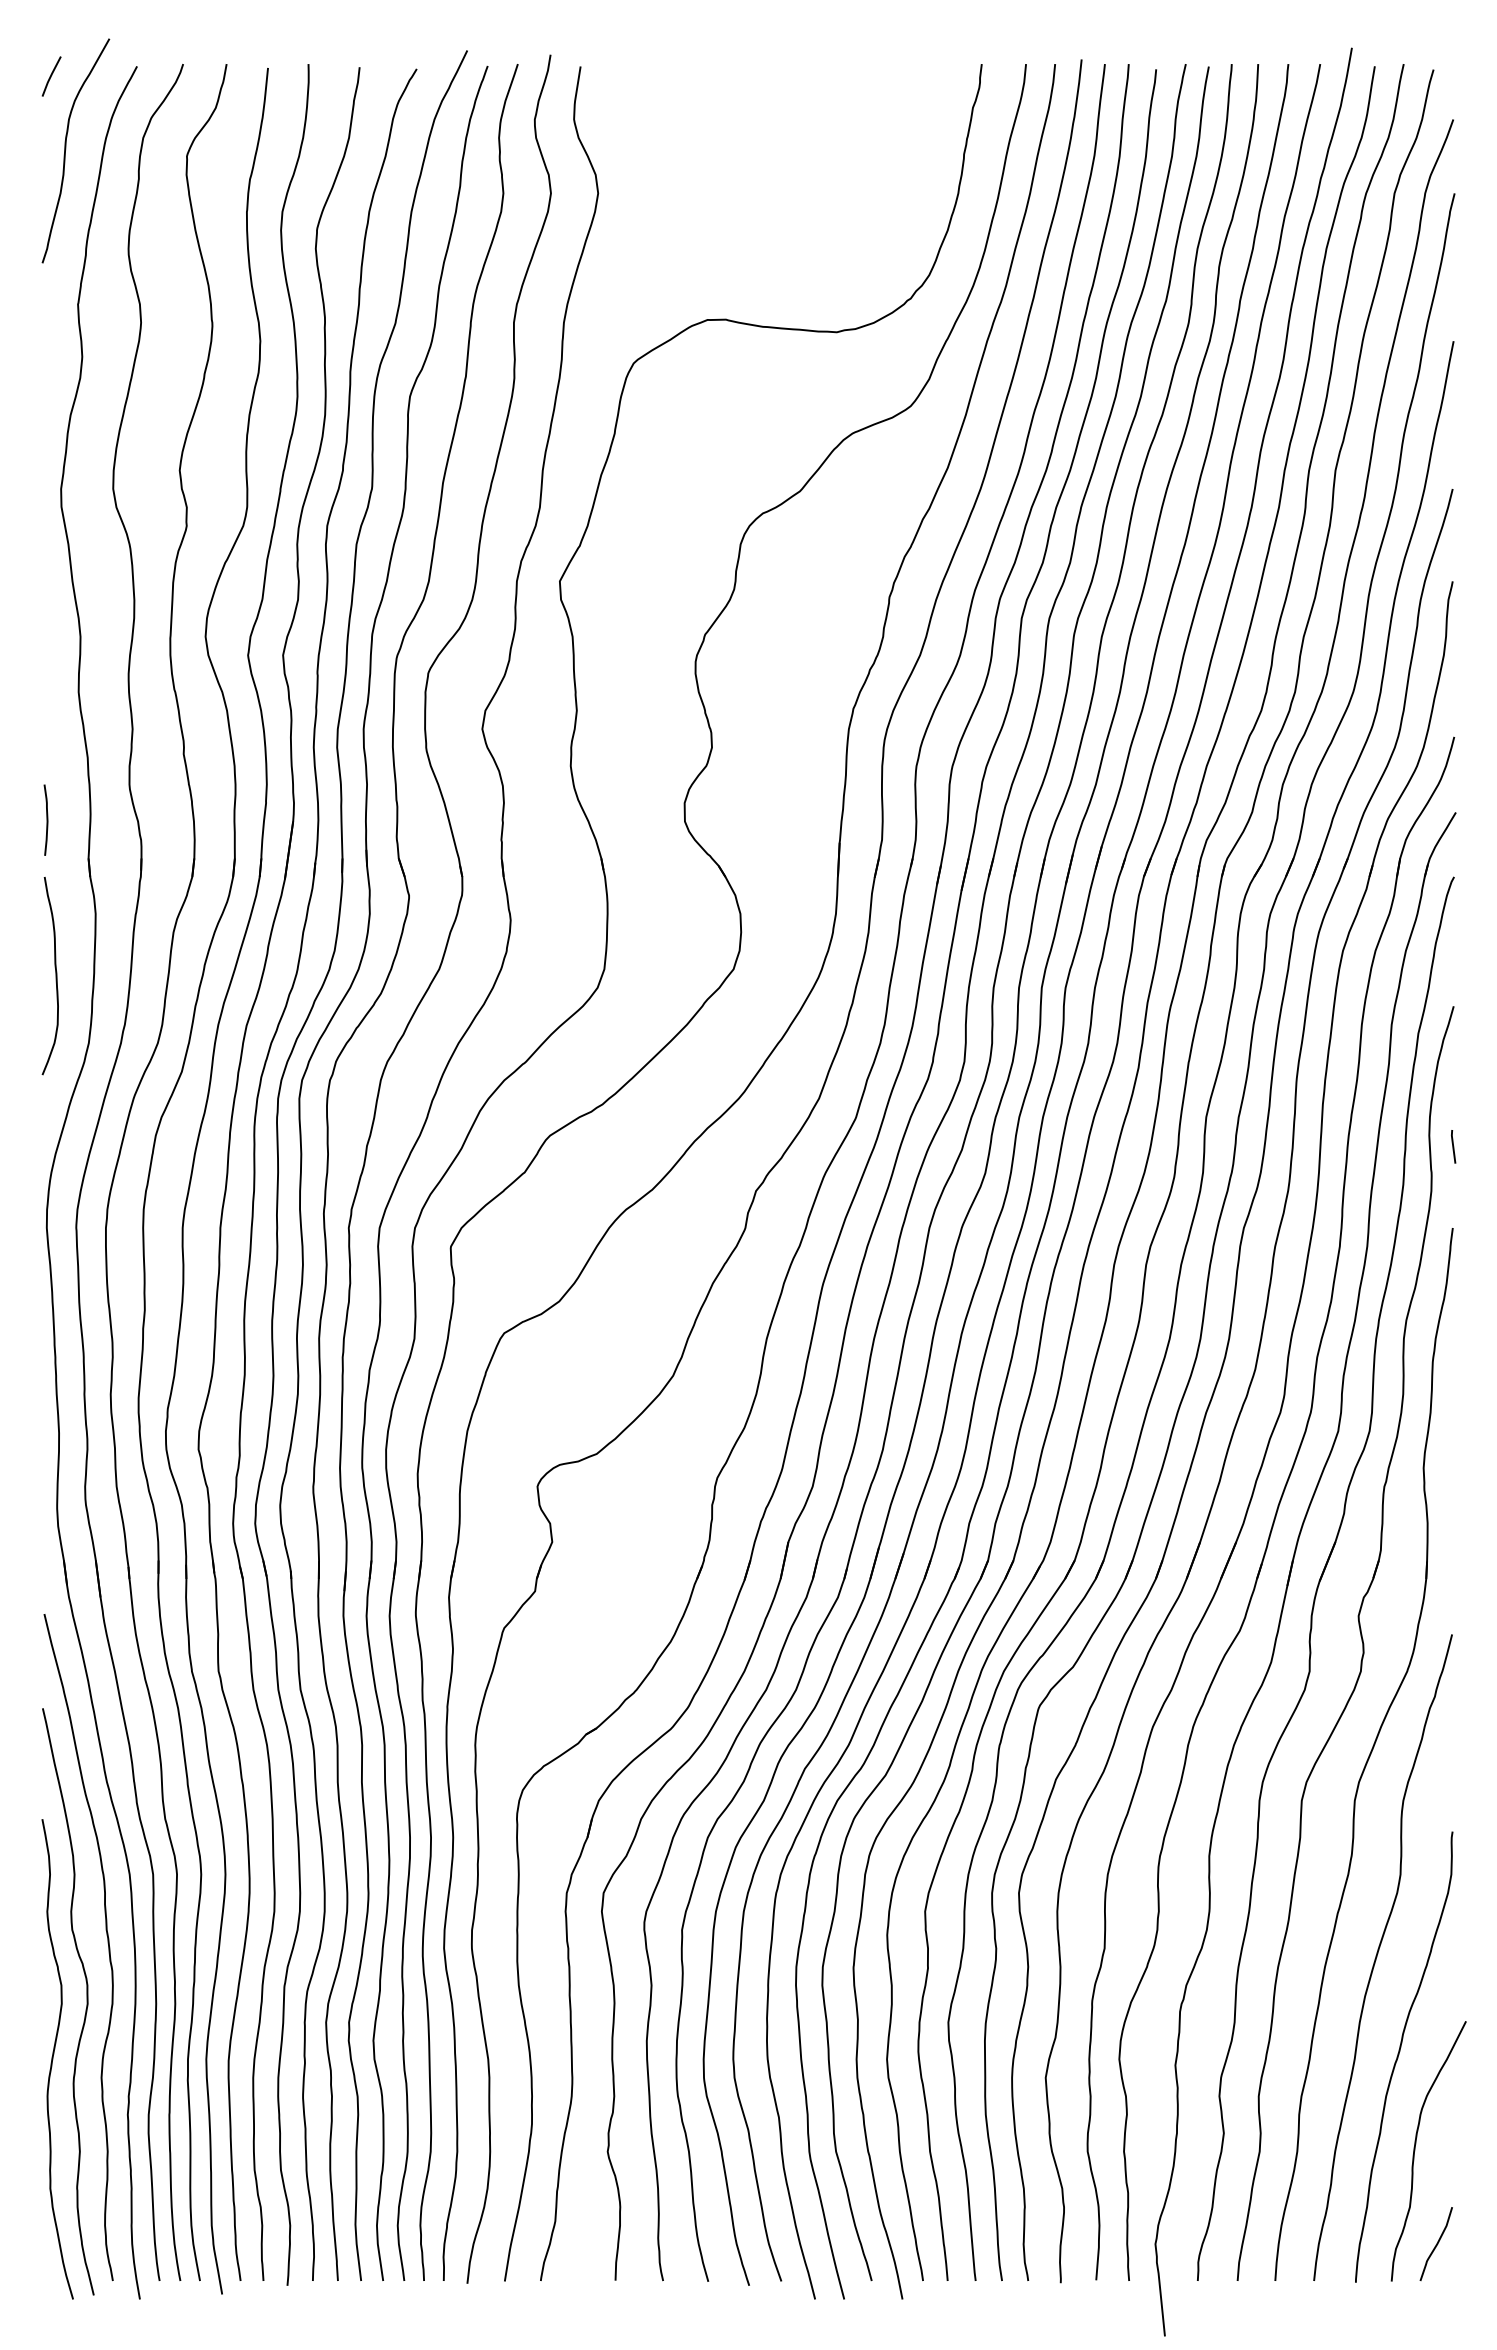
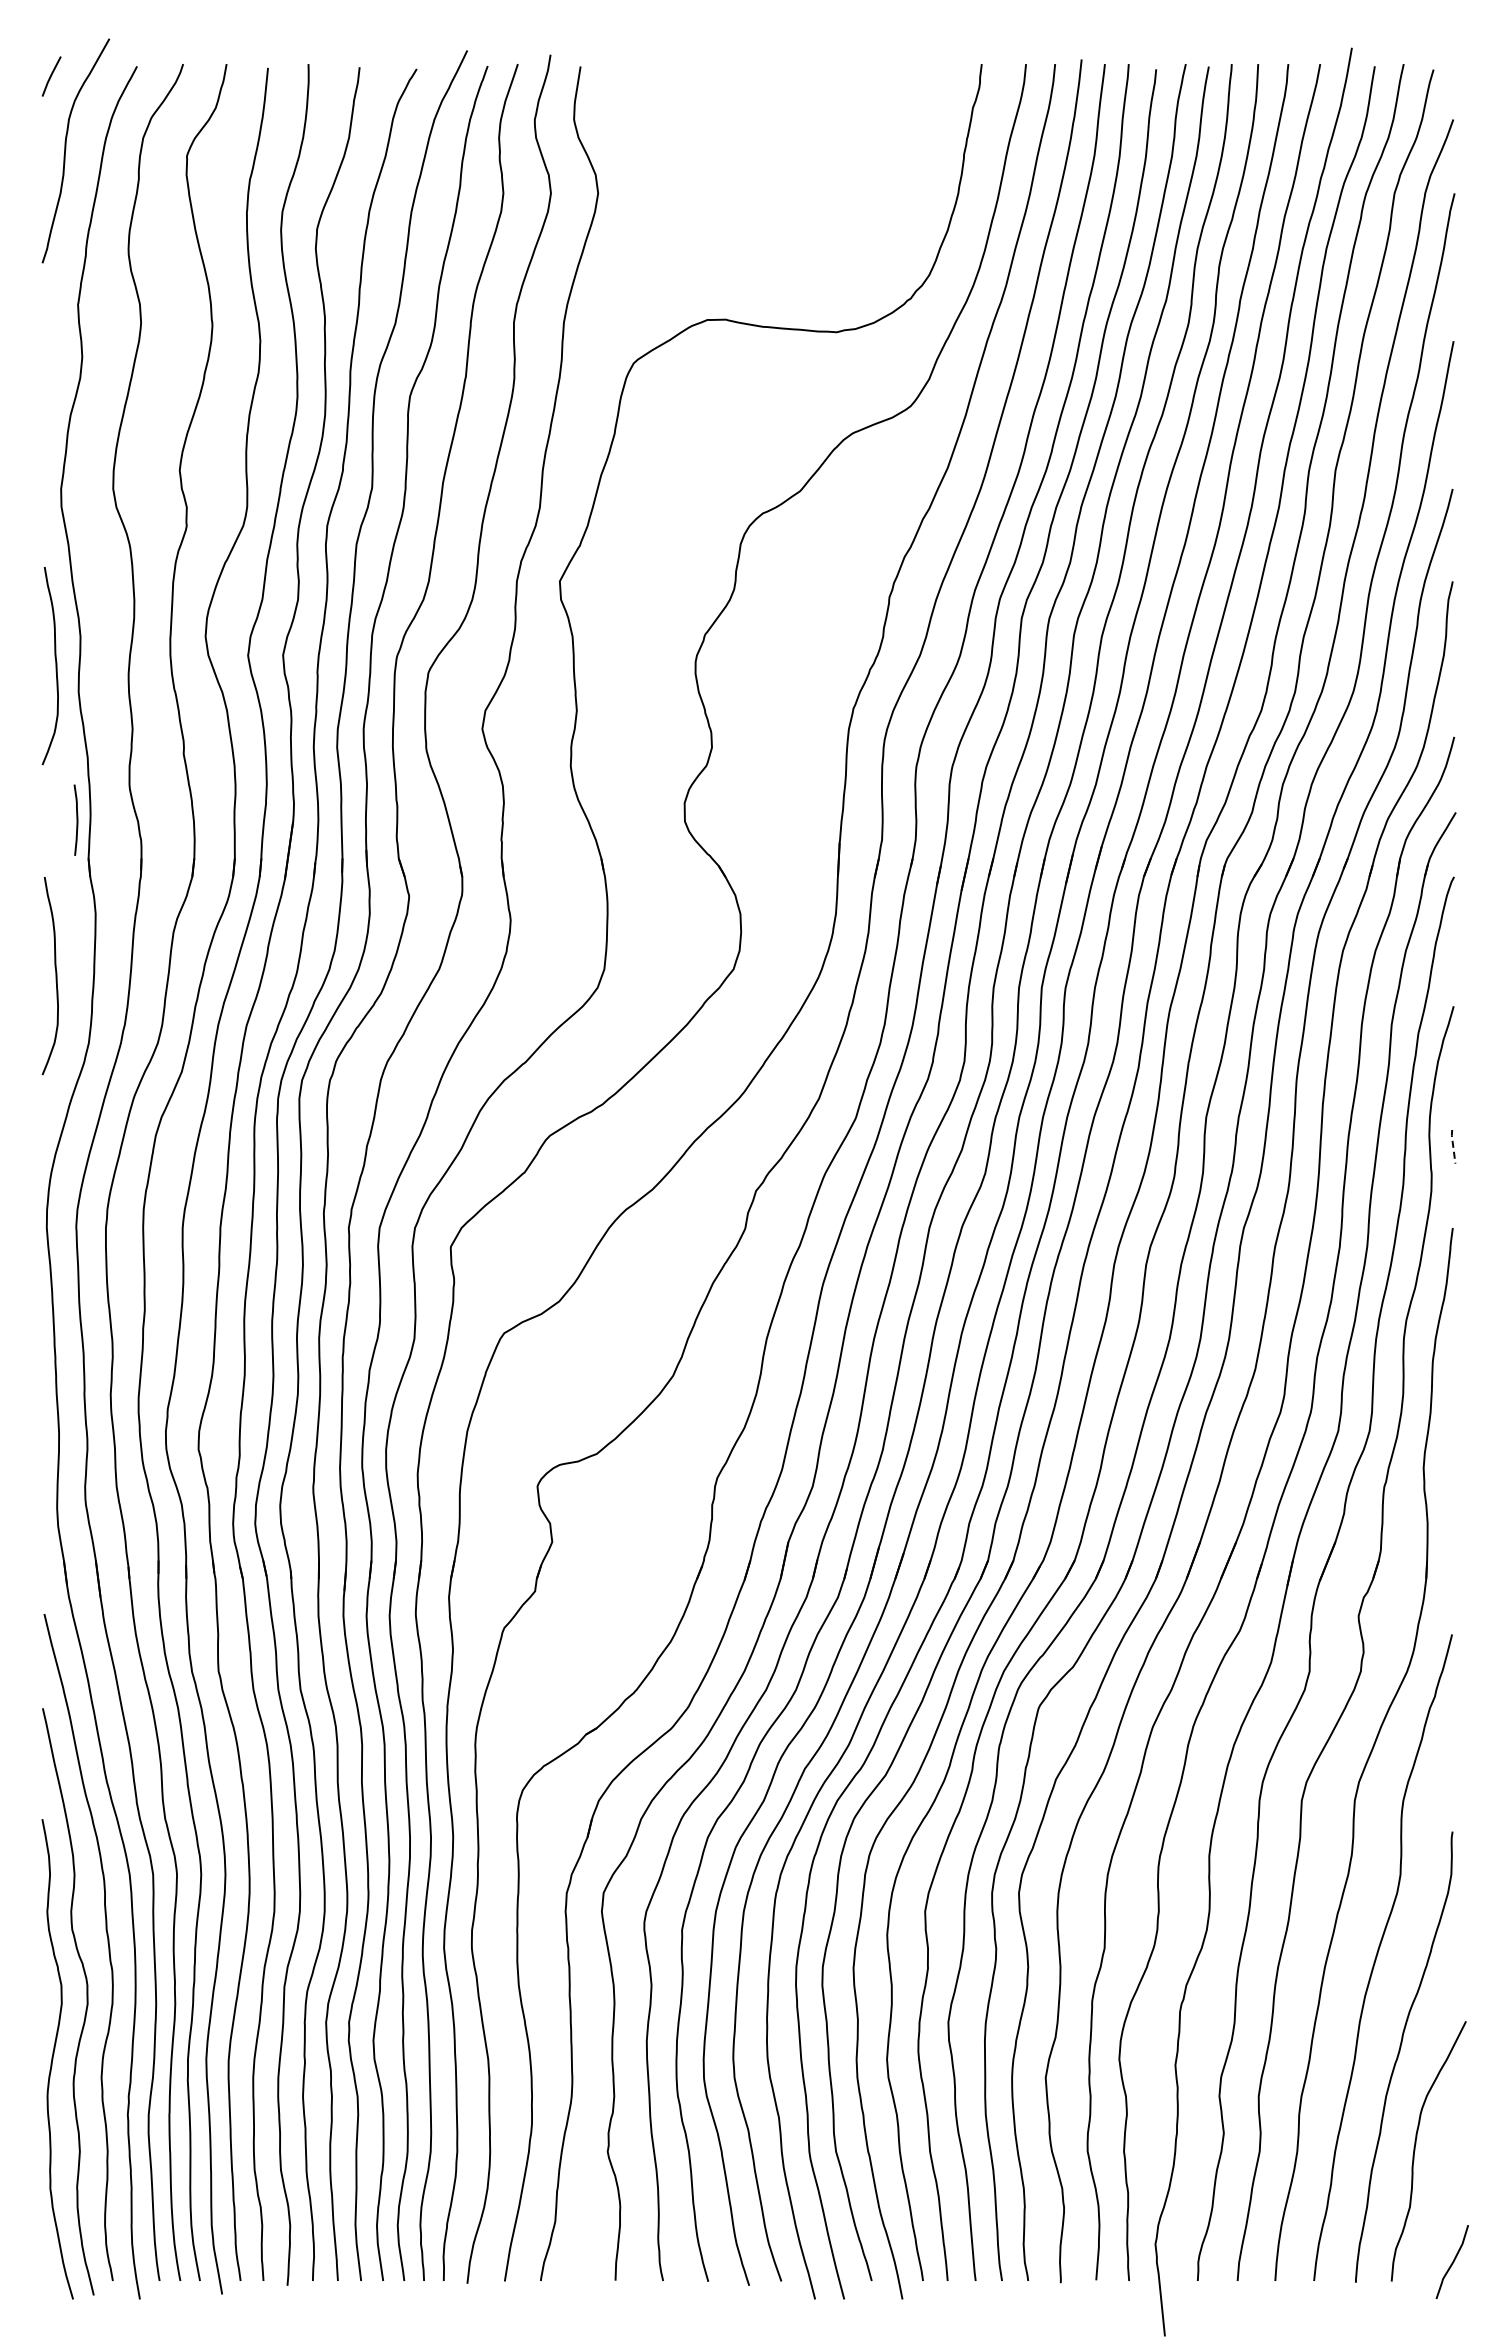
curve at (55, 666): none -> present
curve at (46, 819) position: (46, 819) -> (76, 819)
line at (1453, 1146): solid -> dashed
curve at (1436, 2243) position: (1436, 2243) -> (1452, 2261)
